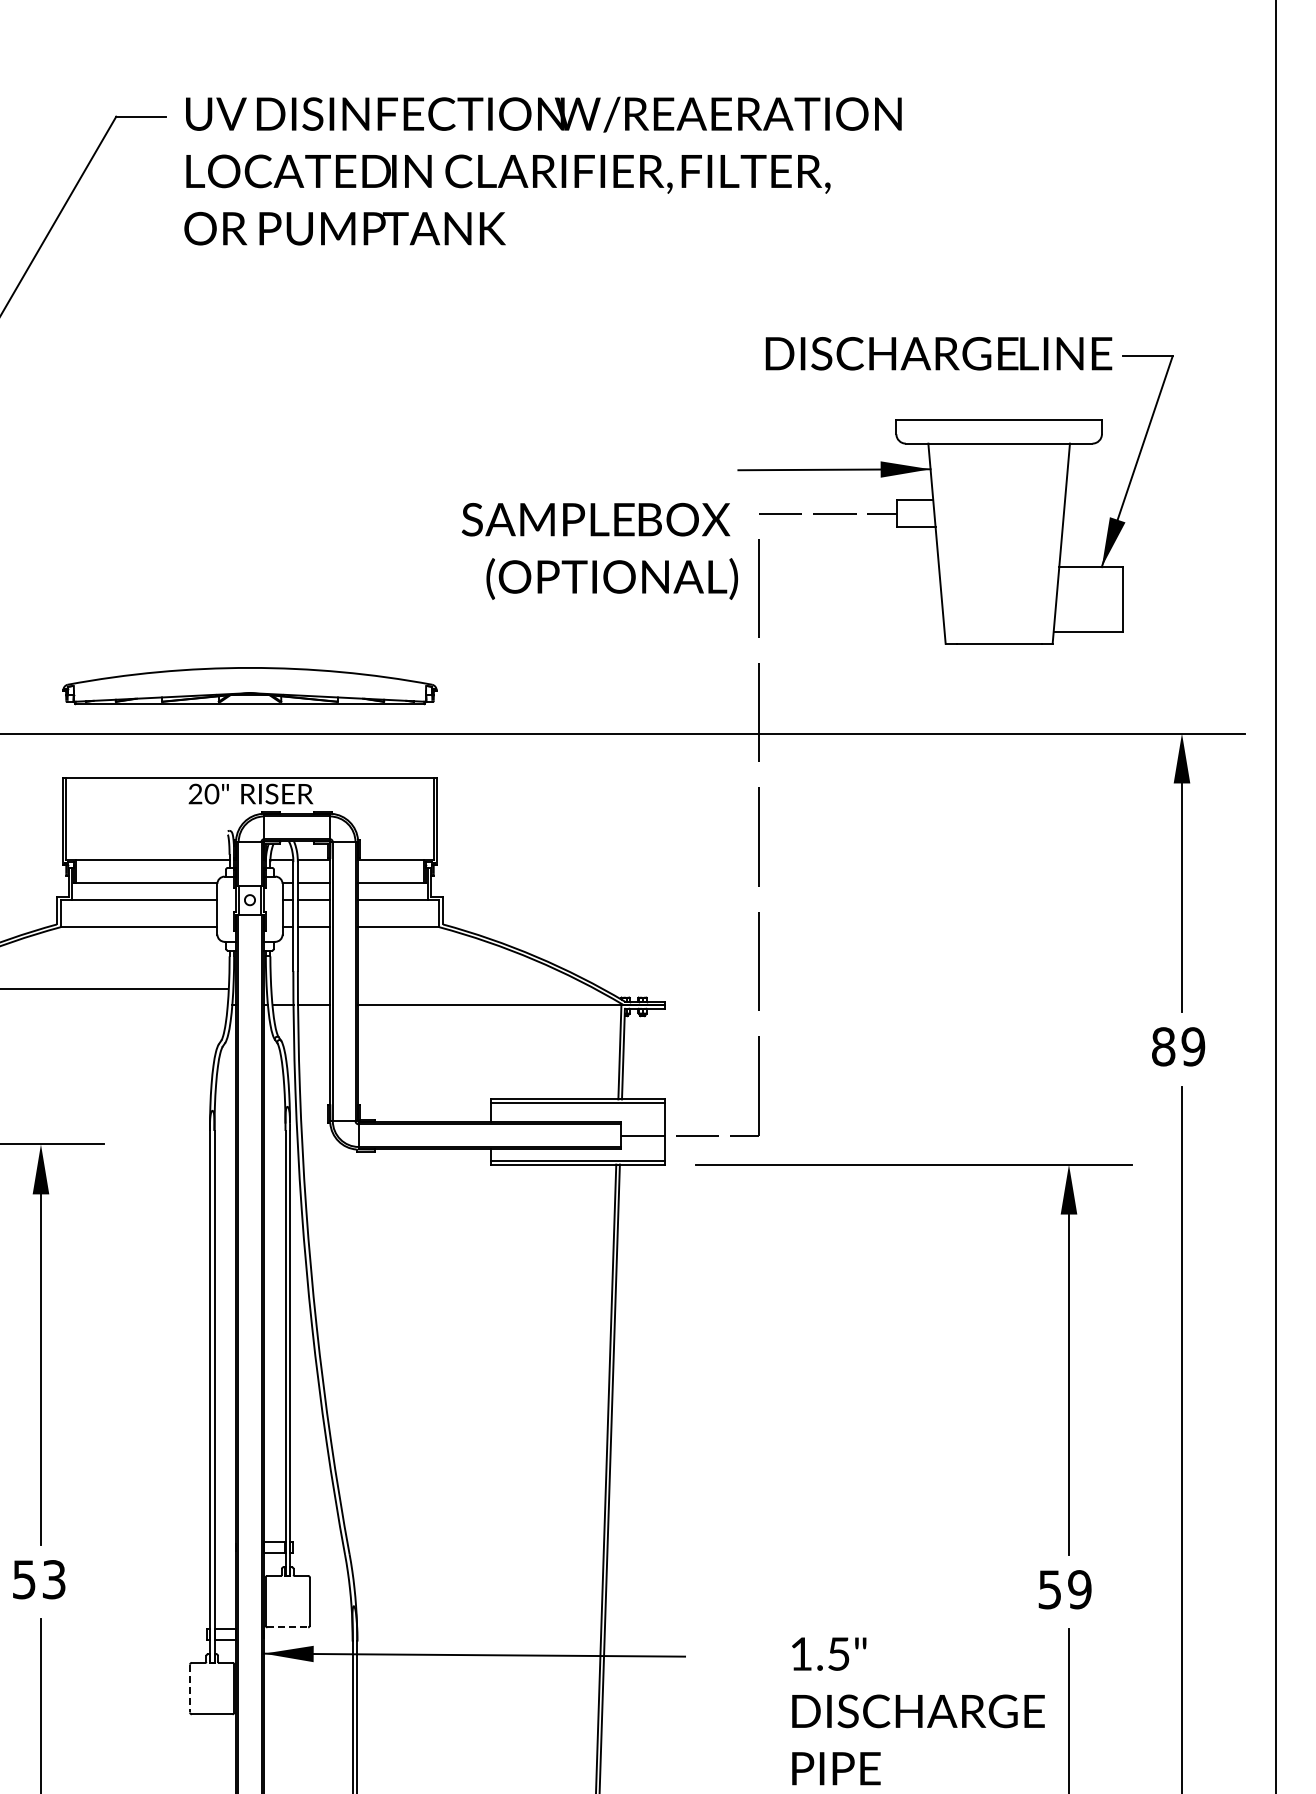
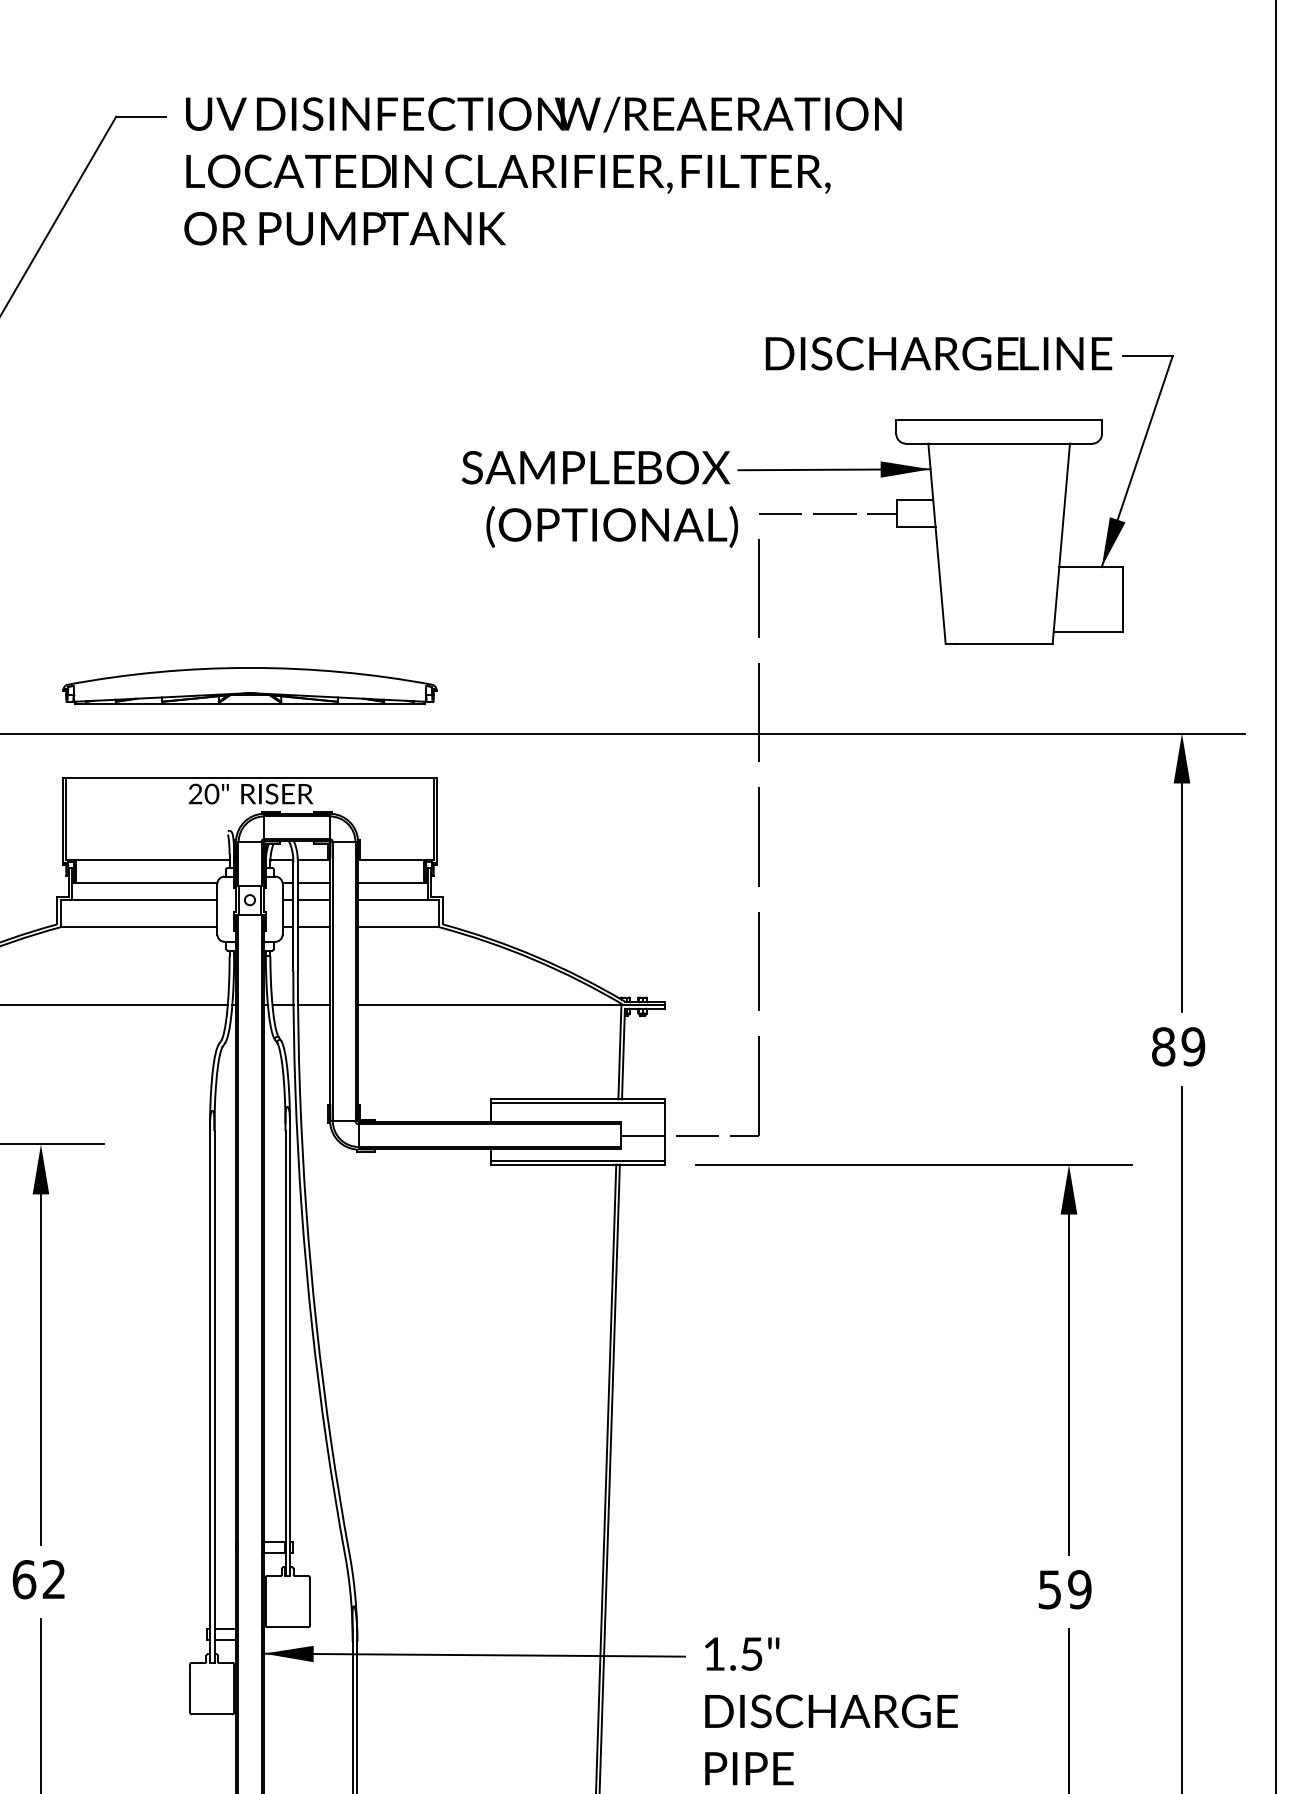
text at (599, 551) position: (599, 551) -> (599, 499)
line at (114, 989) position: (114, 989) -> (114, 1005)
text at (38, 1579): 53 -> 62
line at (288, 1627): dashed -> solid
line at (190, 1688): dashed -> solid
text at (918, 1711) position: (918, 1711) -> (831, 1711)
